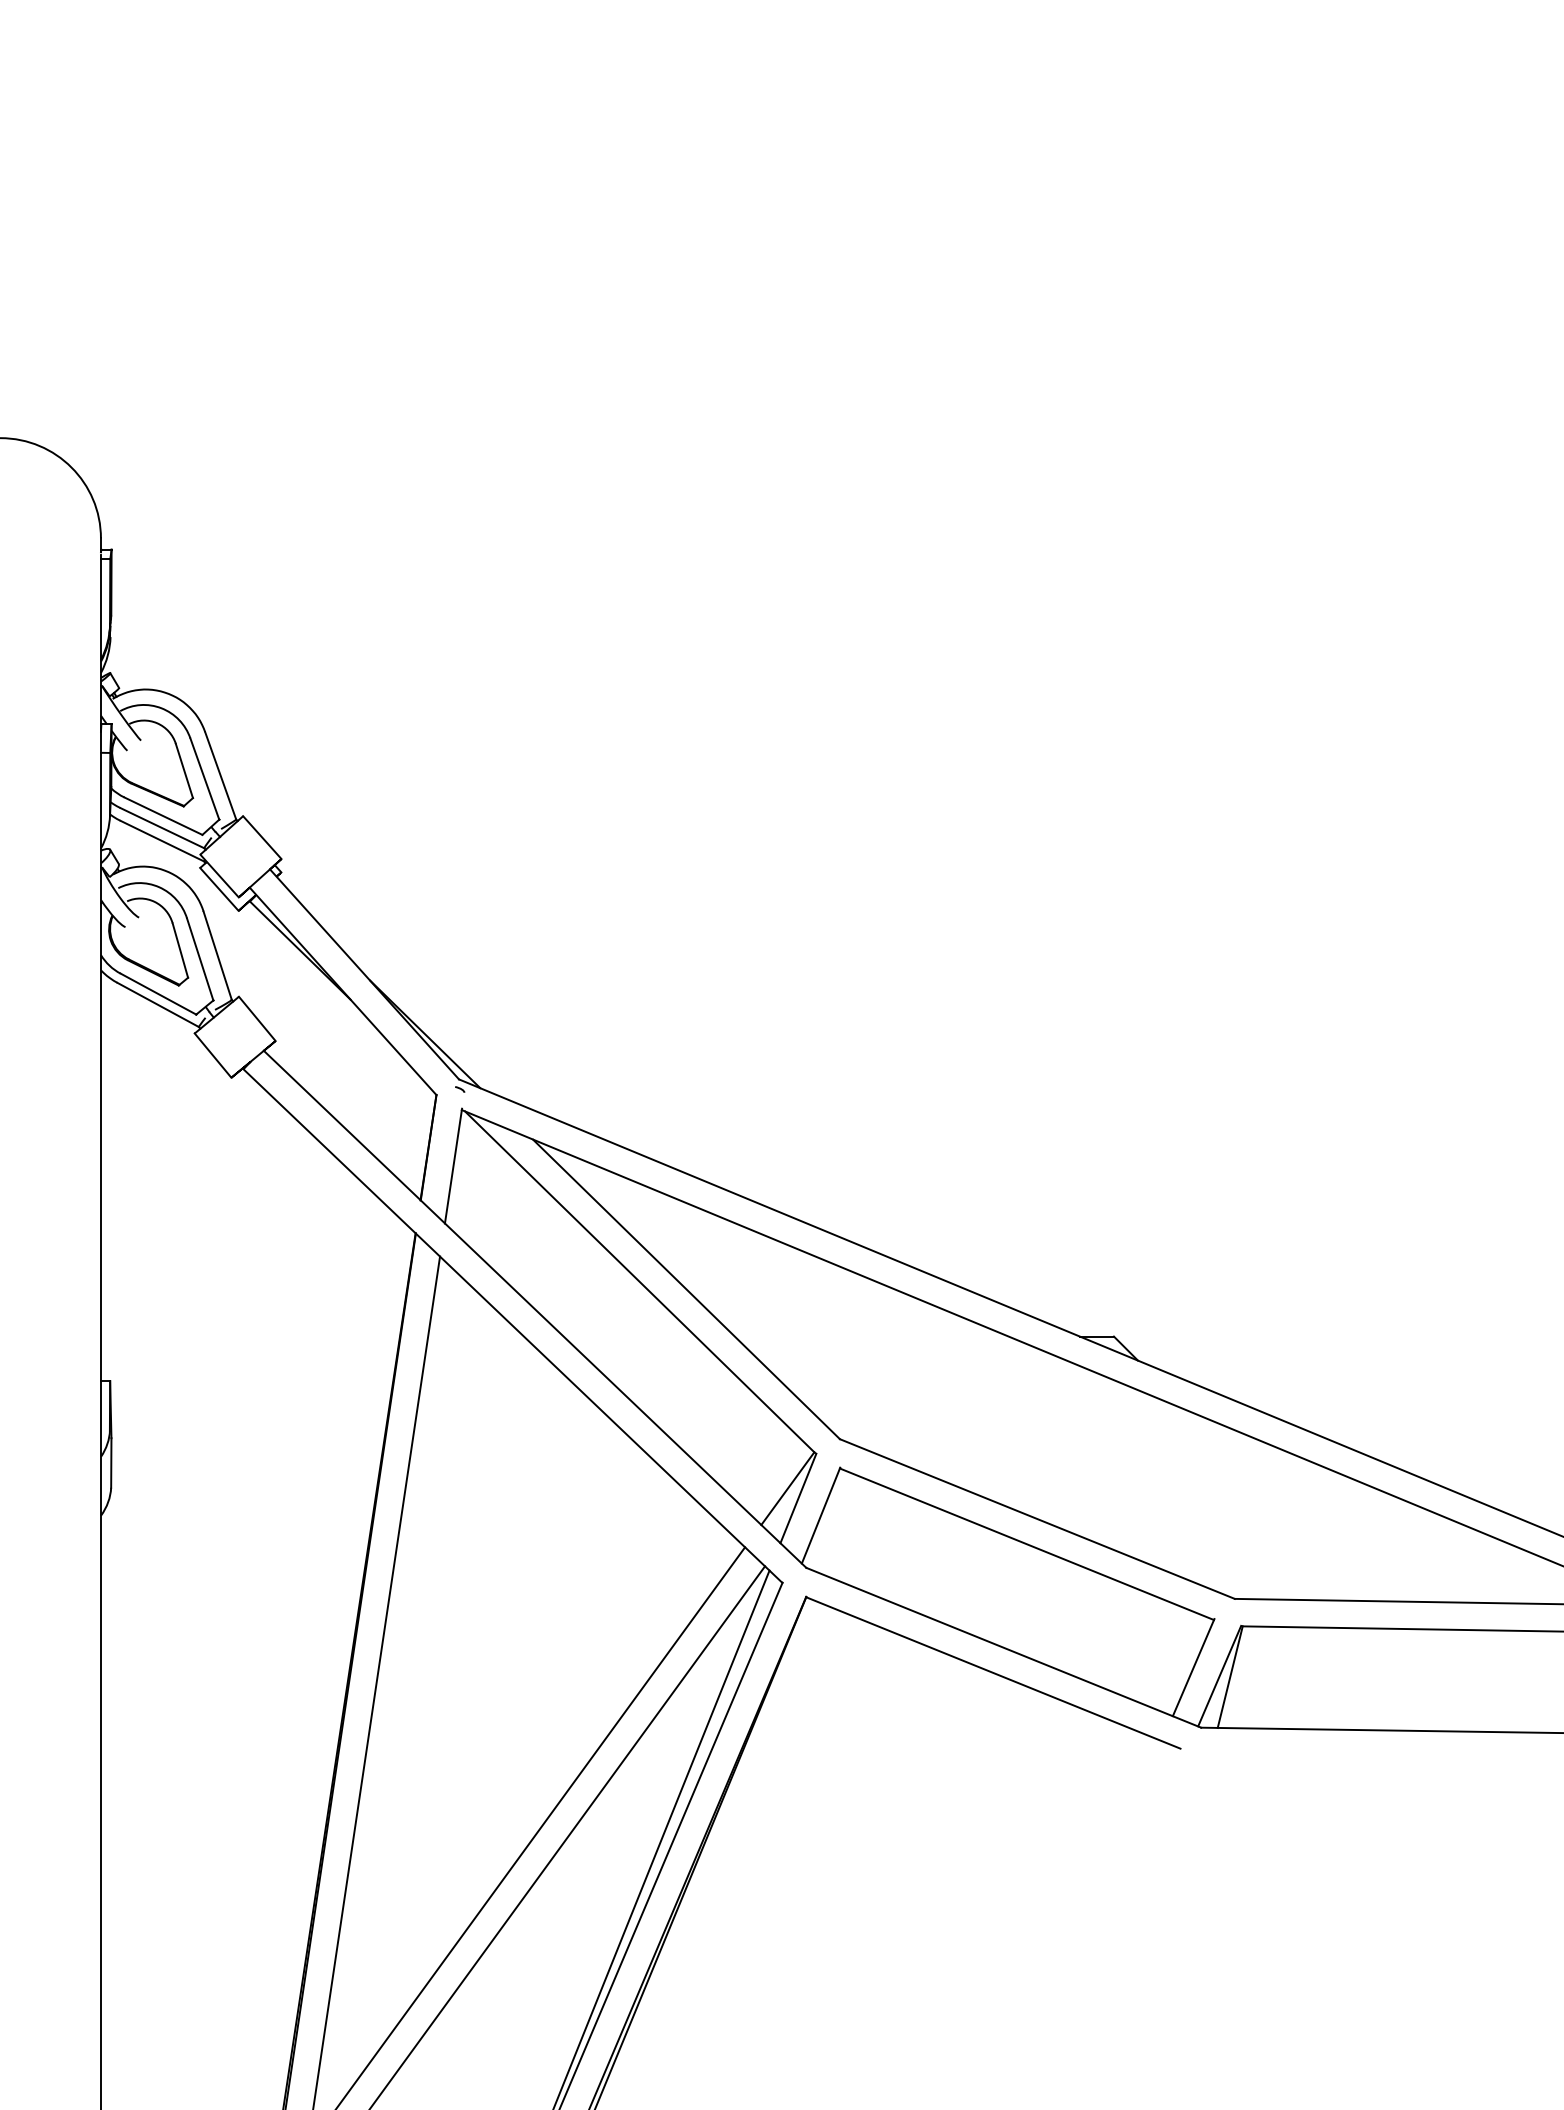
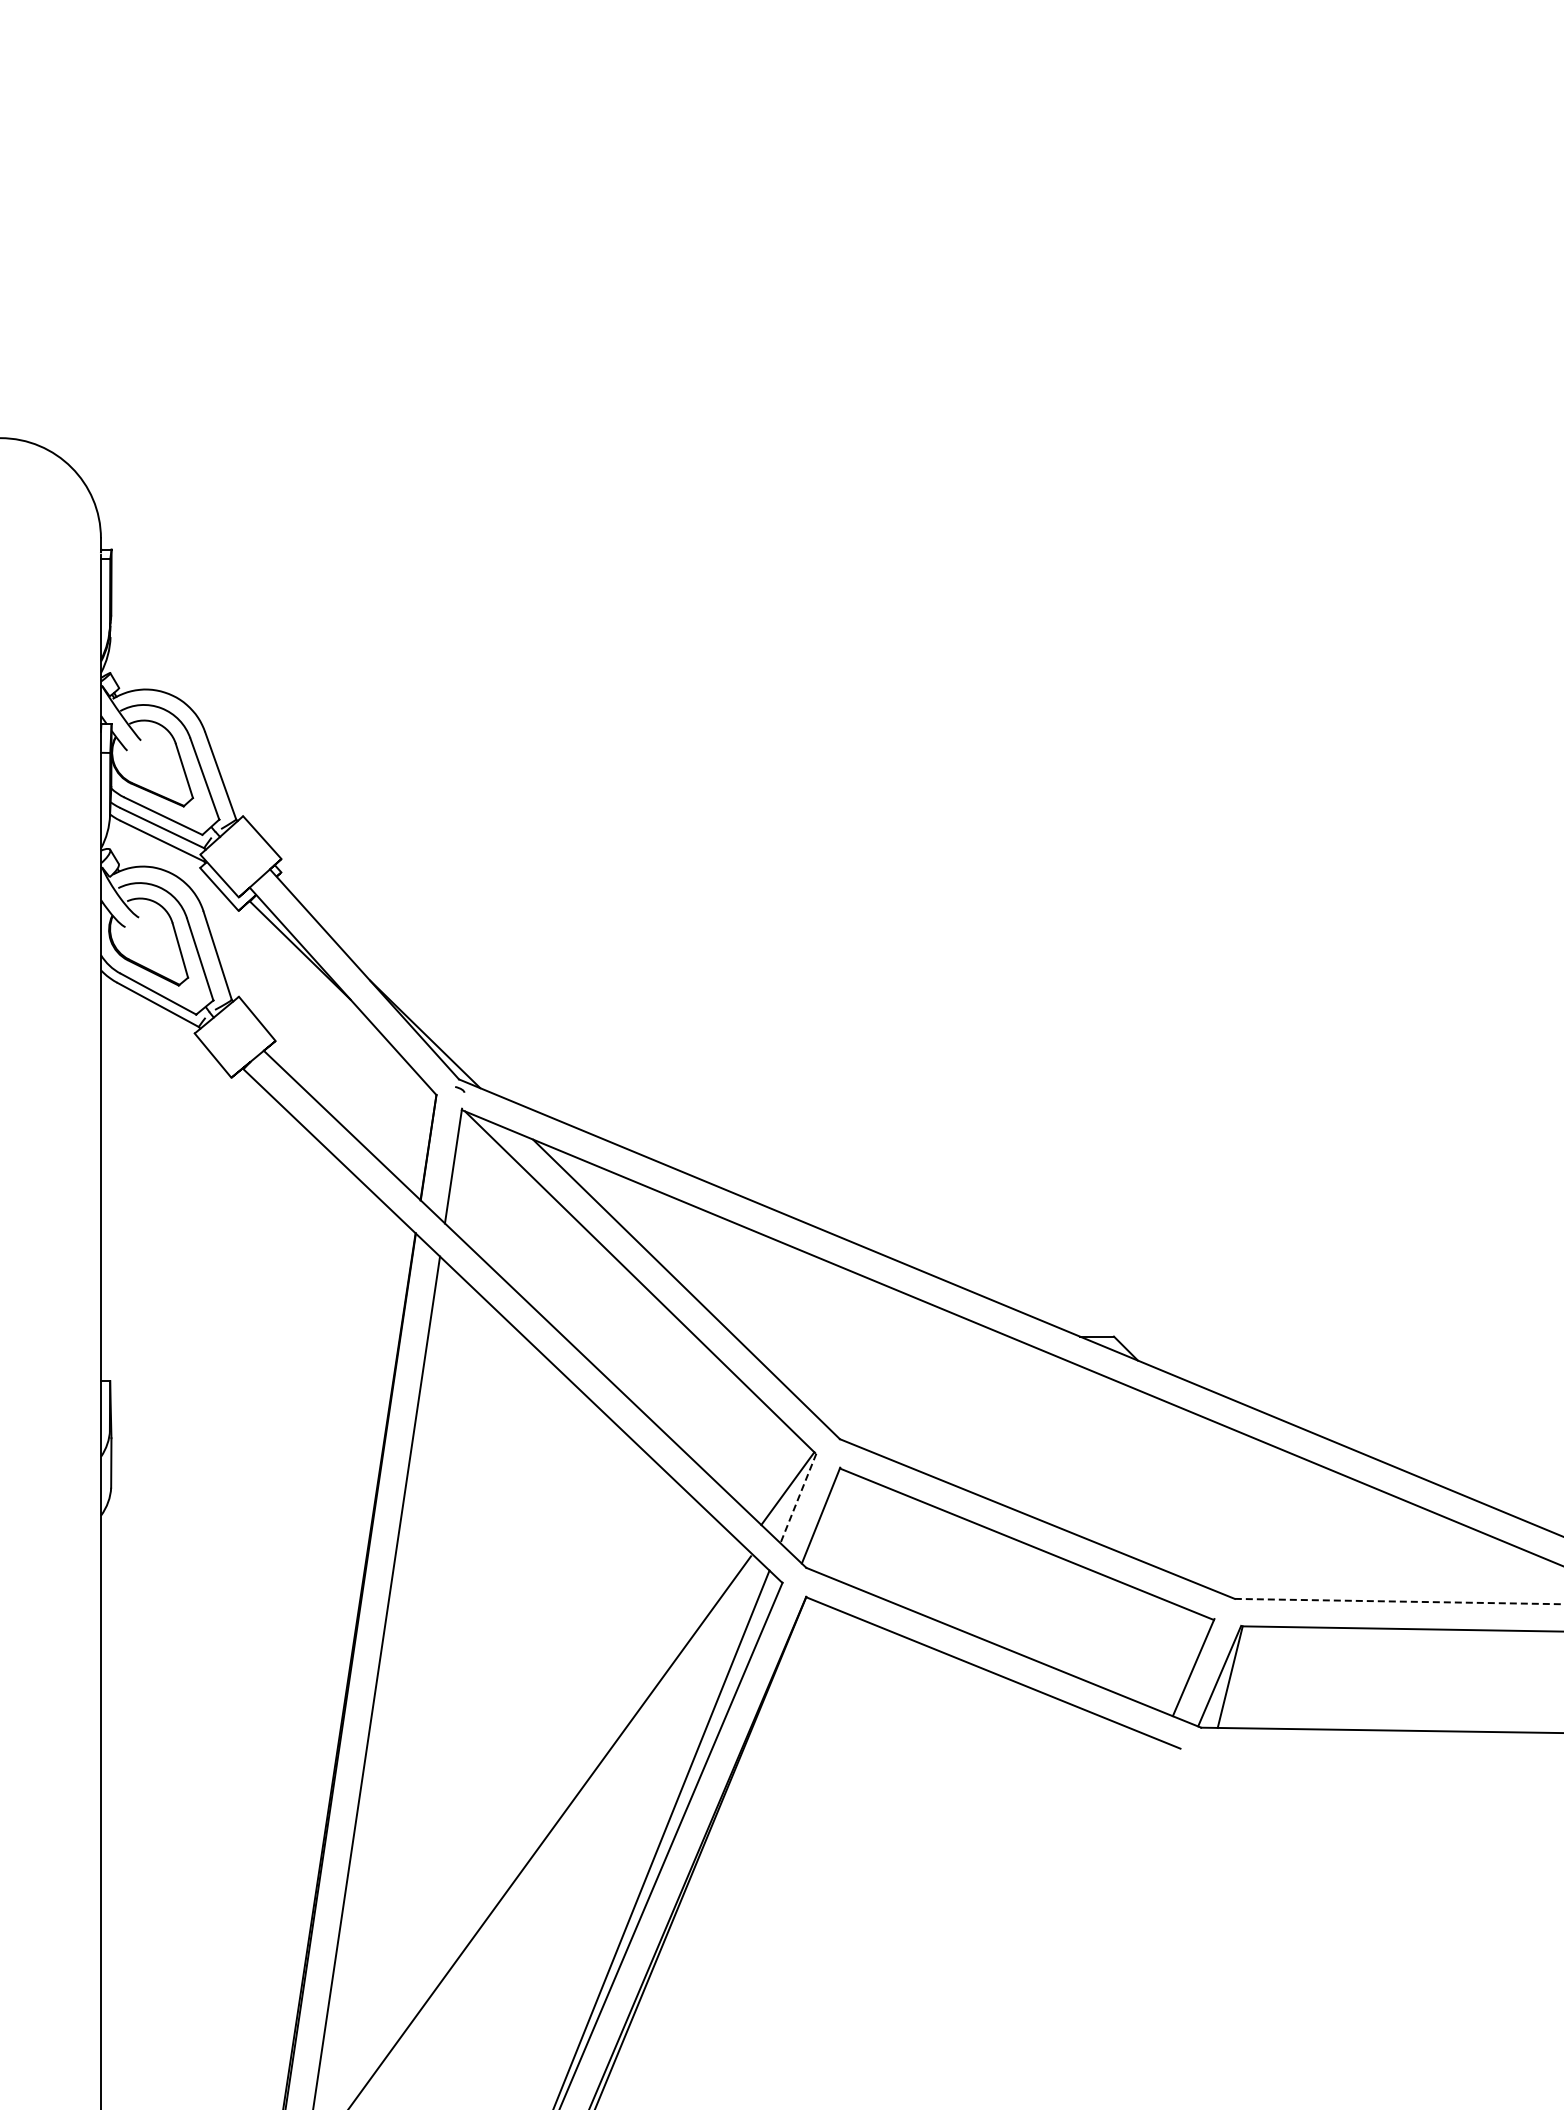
line at (798, 1498): solid -> dashed
line at (1399, 1601): solid -> dashed
line at (541, 1826): present -> none
line at (568, 1836) position: (568, 1836) -> (550, 1831)
